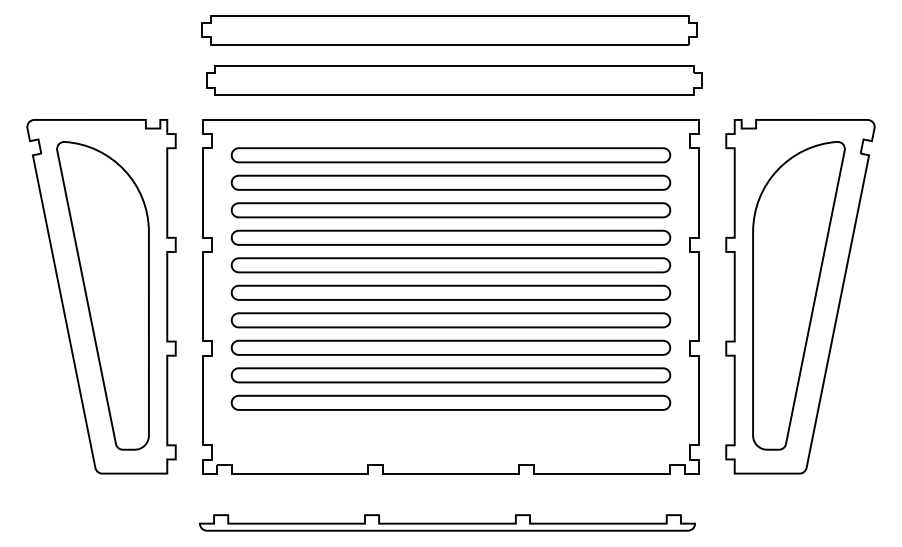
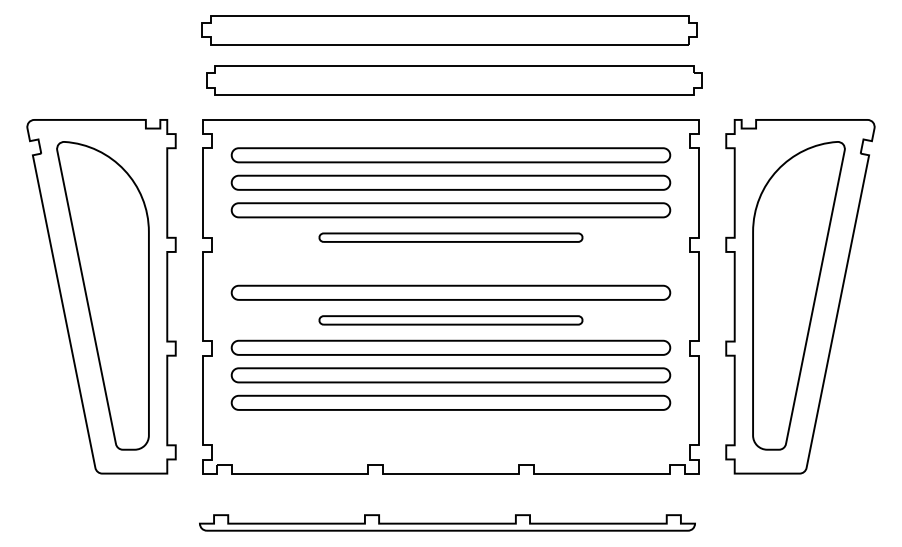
part at (450, 237) size: 442x17 px -> 266x11 px
part at (450, 265): present -> none
part at (450, 320) size: 442x17 px -> 266x11 px
